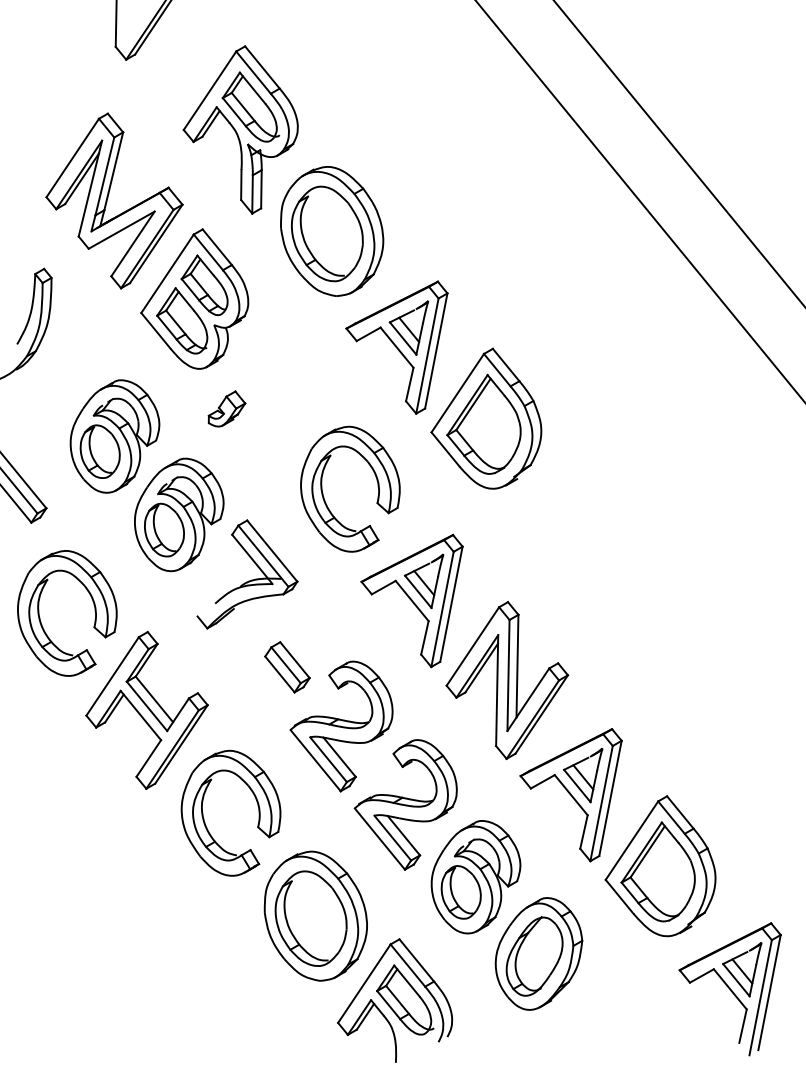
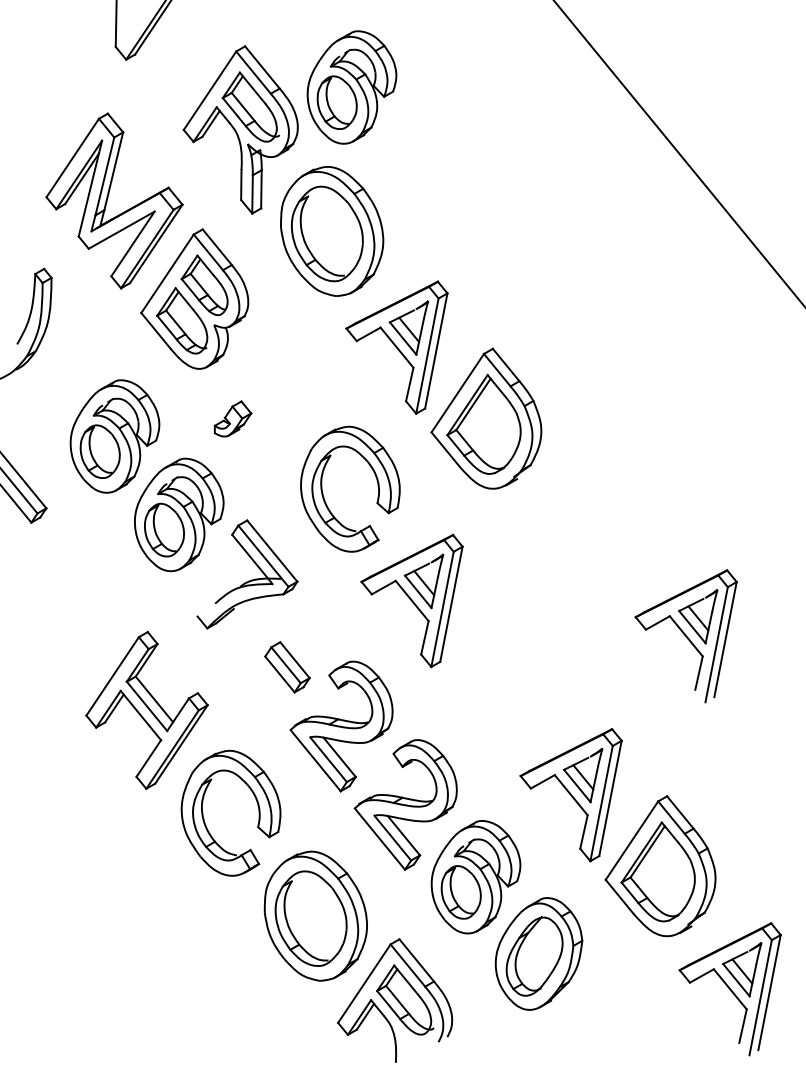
part at (351, 87): none -> present
line at (639, 201): present -> none
part at (226, 408) position: (226, 408) -> (232, 418)
part at (94, 611): present -> none
part at (685, 636): none -> present
part at (507, 680): present -> none
